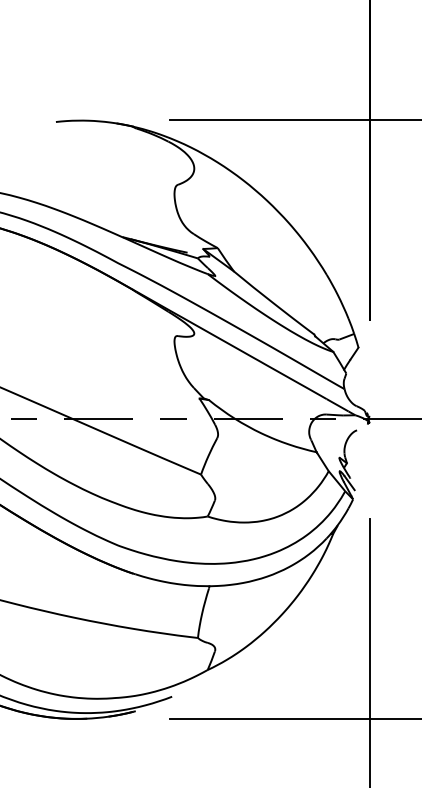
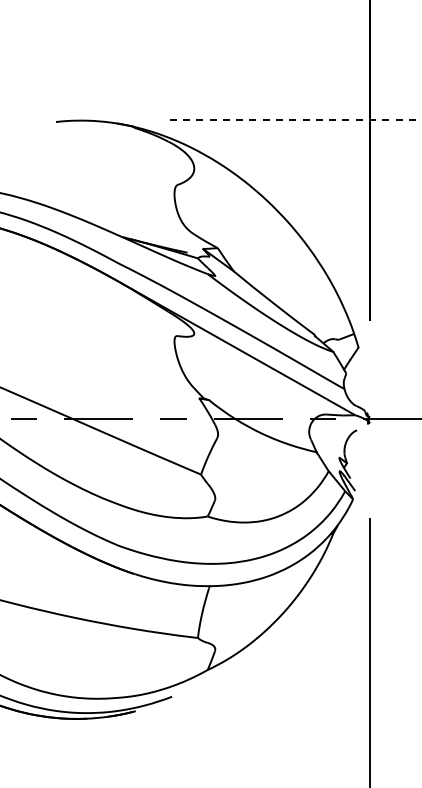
line at (295, 119): solid -> dashed
line at (293, 719): present -> none
